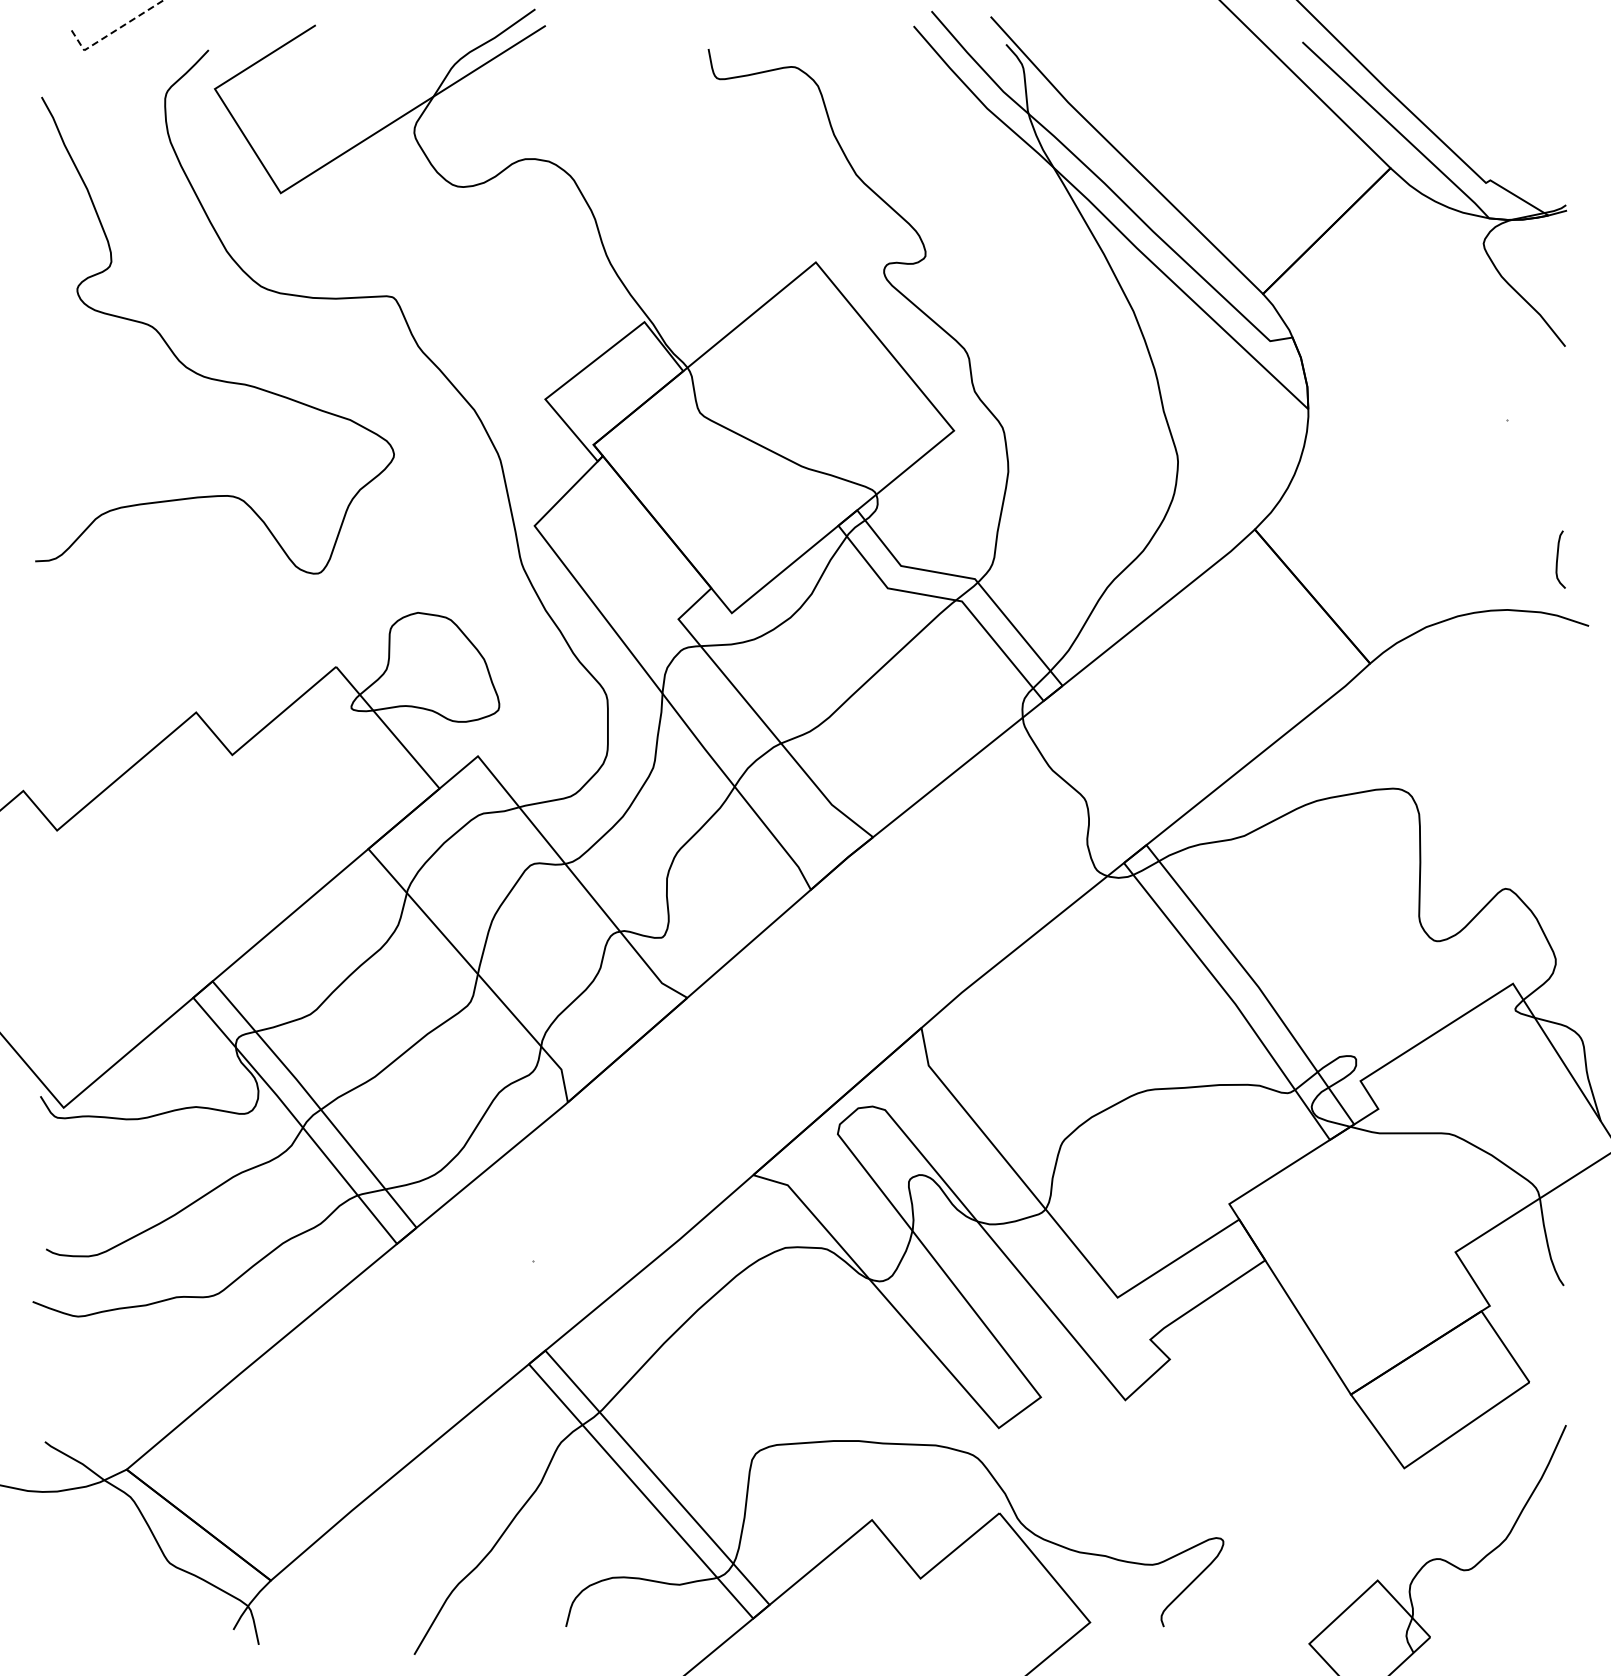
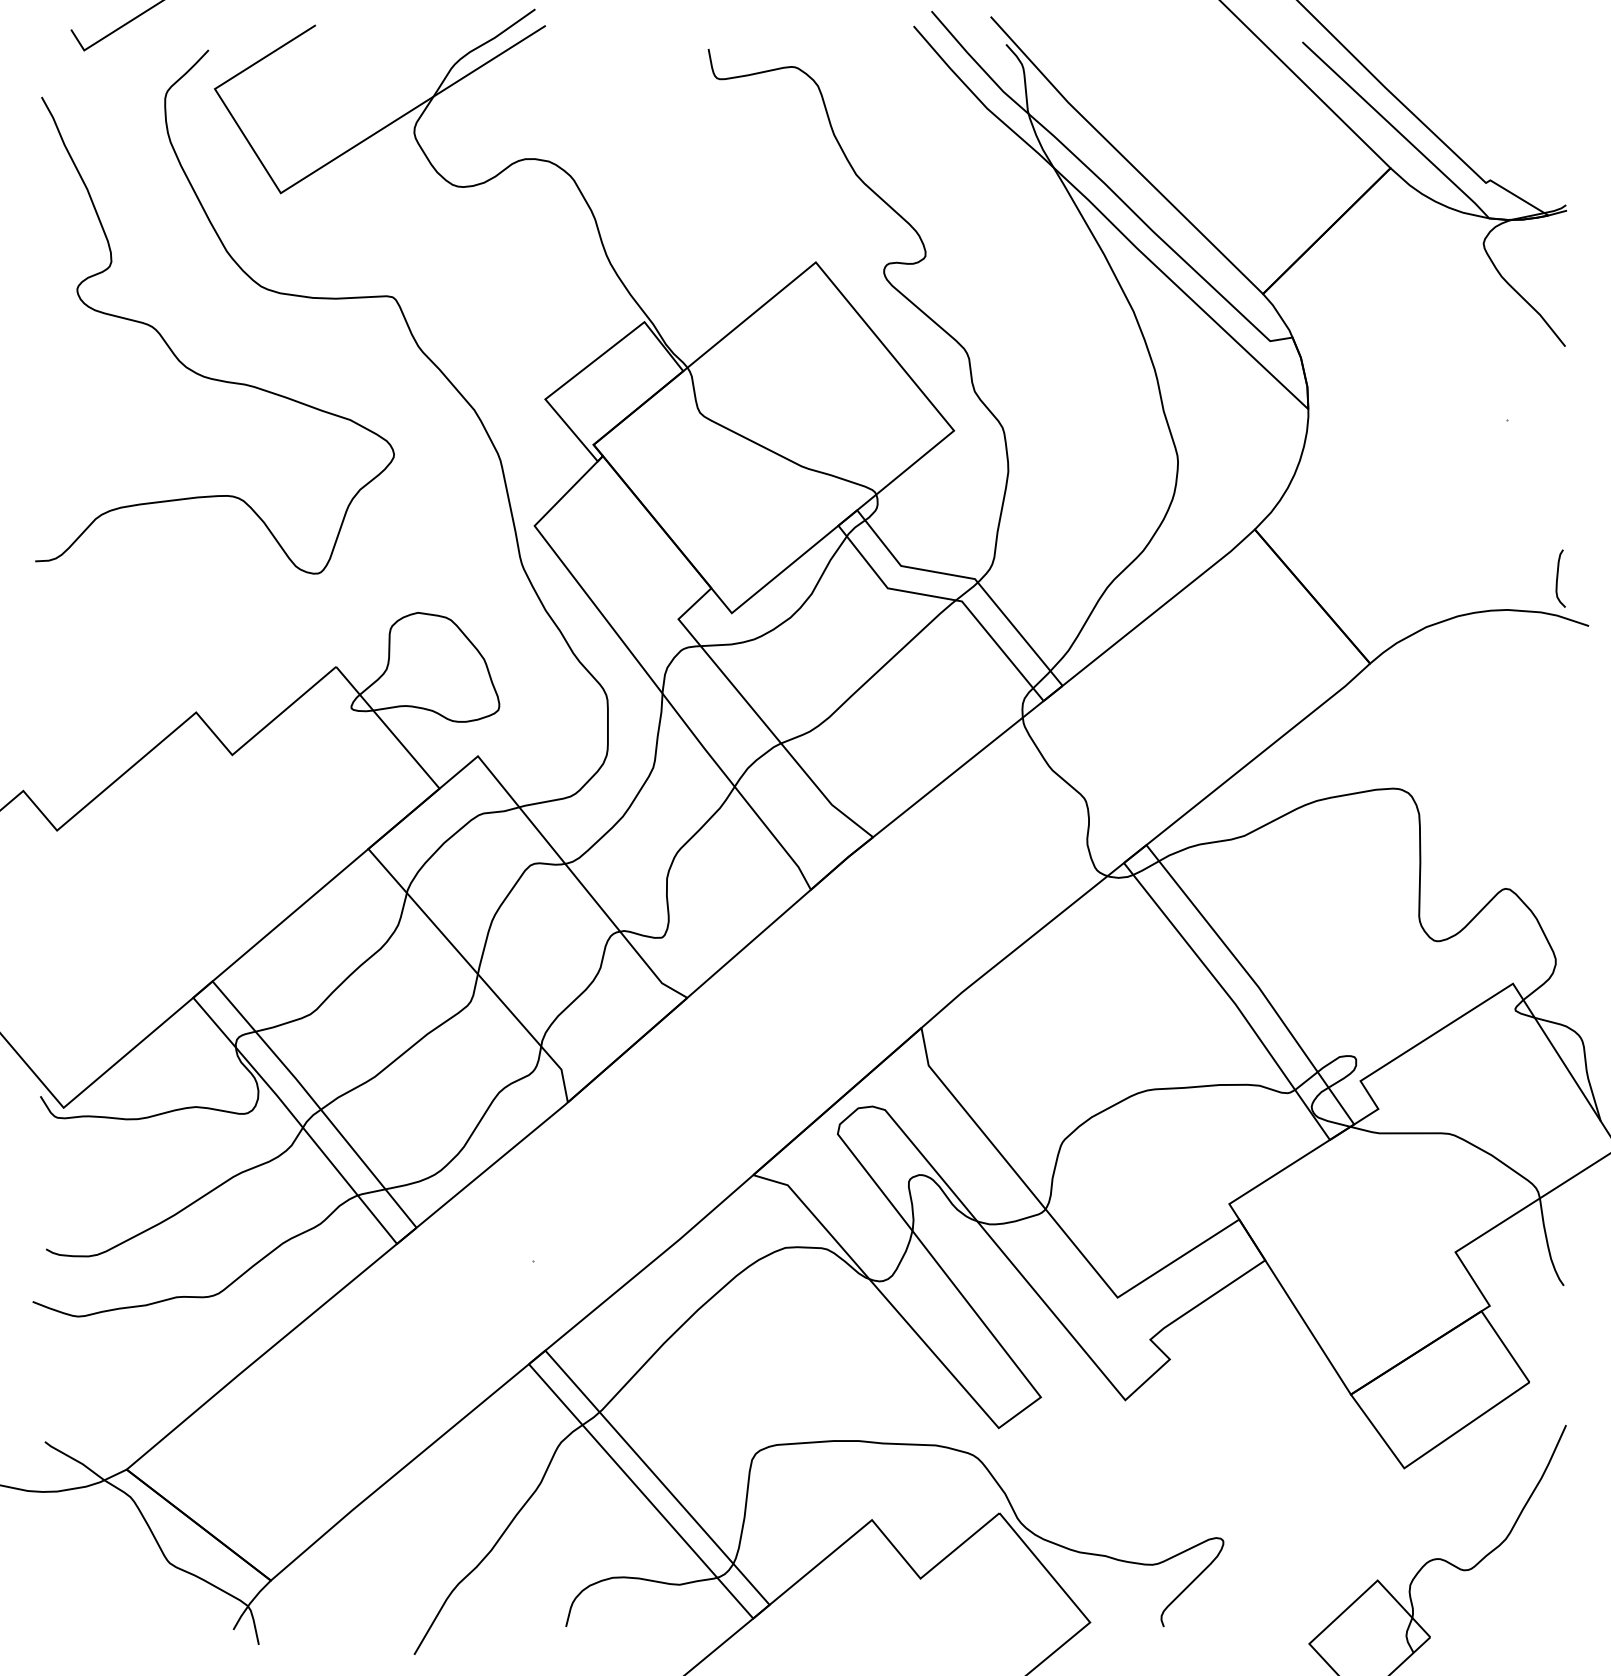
line at (112, 32): dashed -> solid
curve at (1558, 559) position: (1558, 559) -> (1558, 578)
